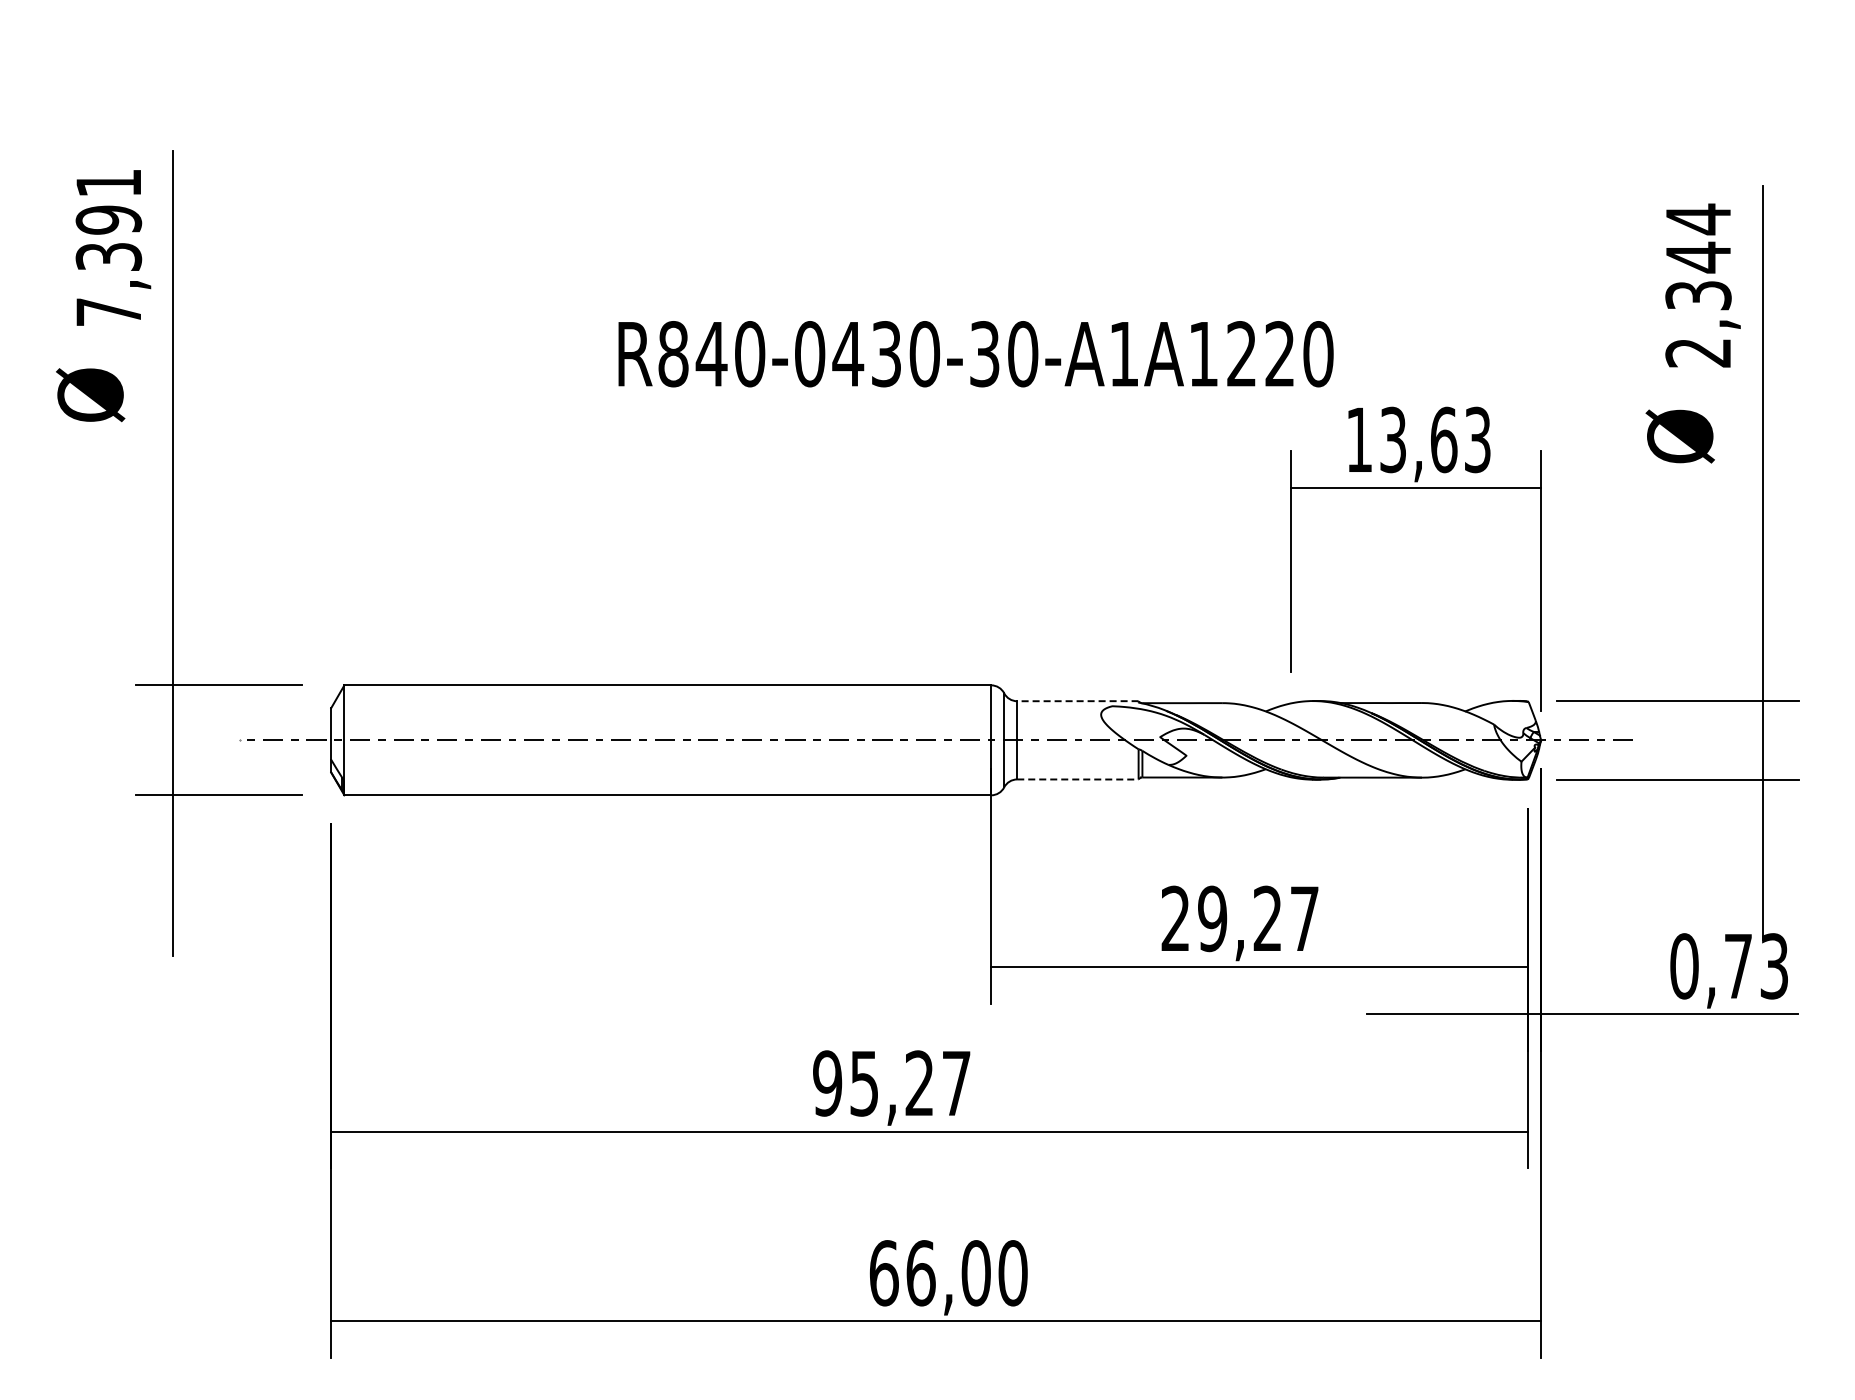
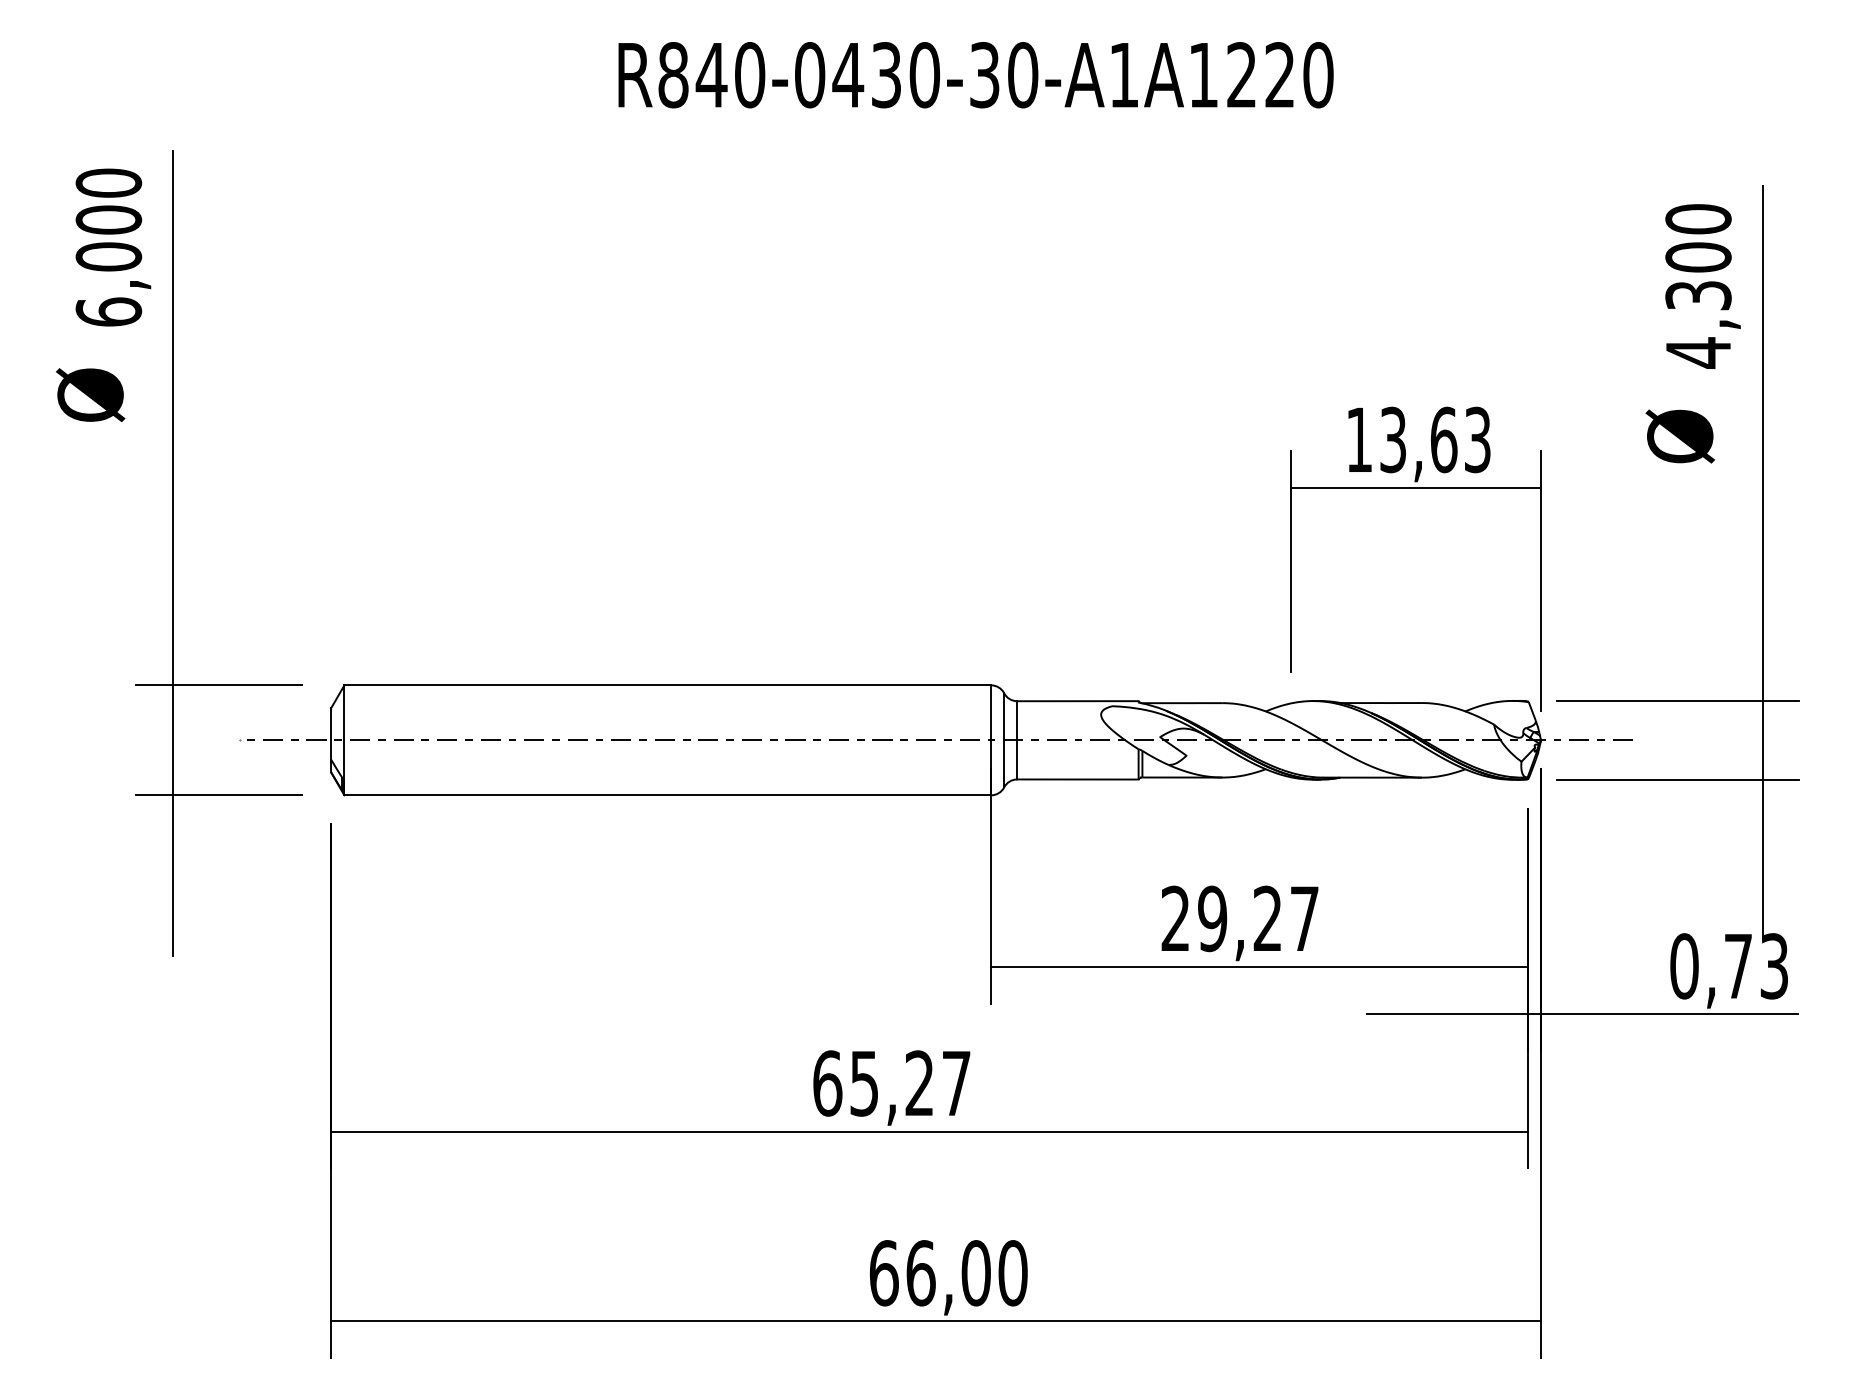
text at (108, 247): 7,391 -> 6,000
text at (1698, 285): 2,344 -> 4,300
text at (975, 354) position: (975, 354) -> (975, 75)
line at (1077, 701): dashed -> solid
line at (1077, 779): dashed -> solid
text at (827, 1083): 95,27 -> 65,27
